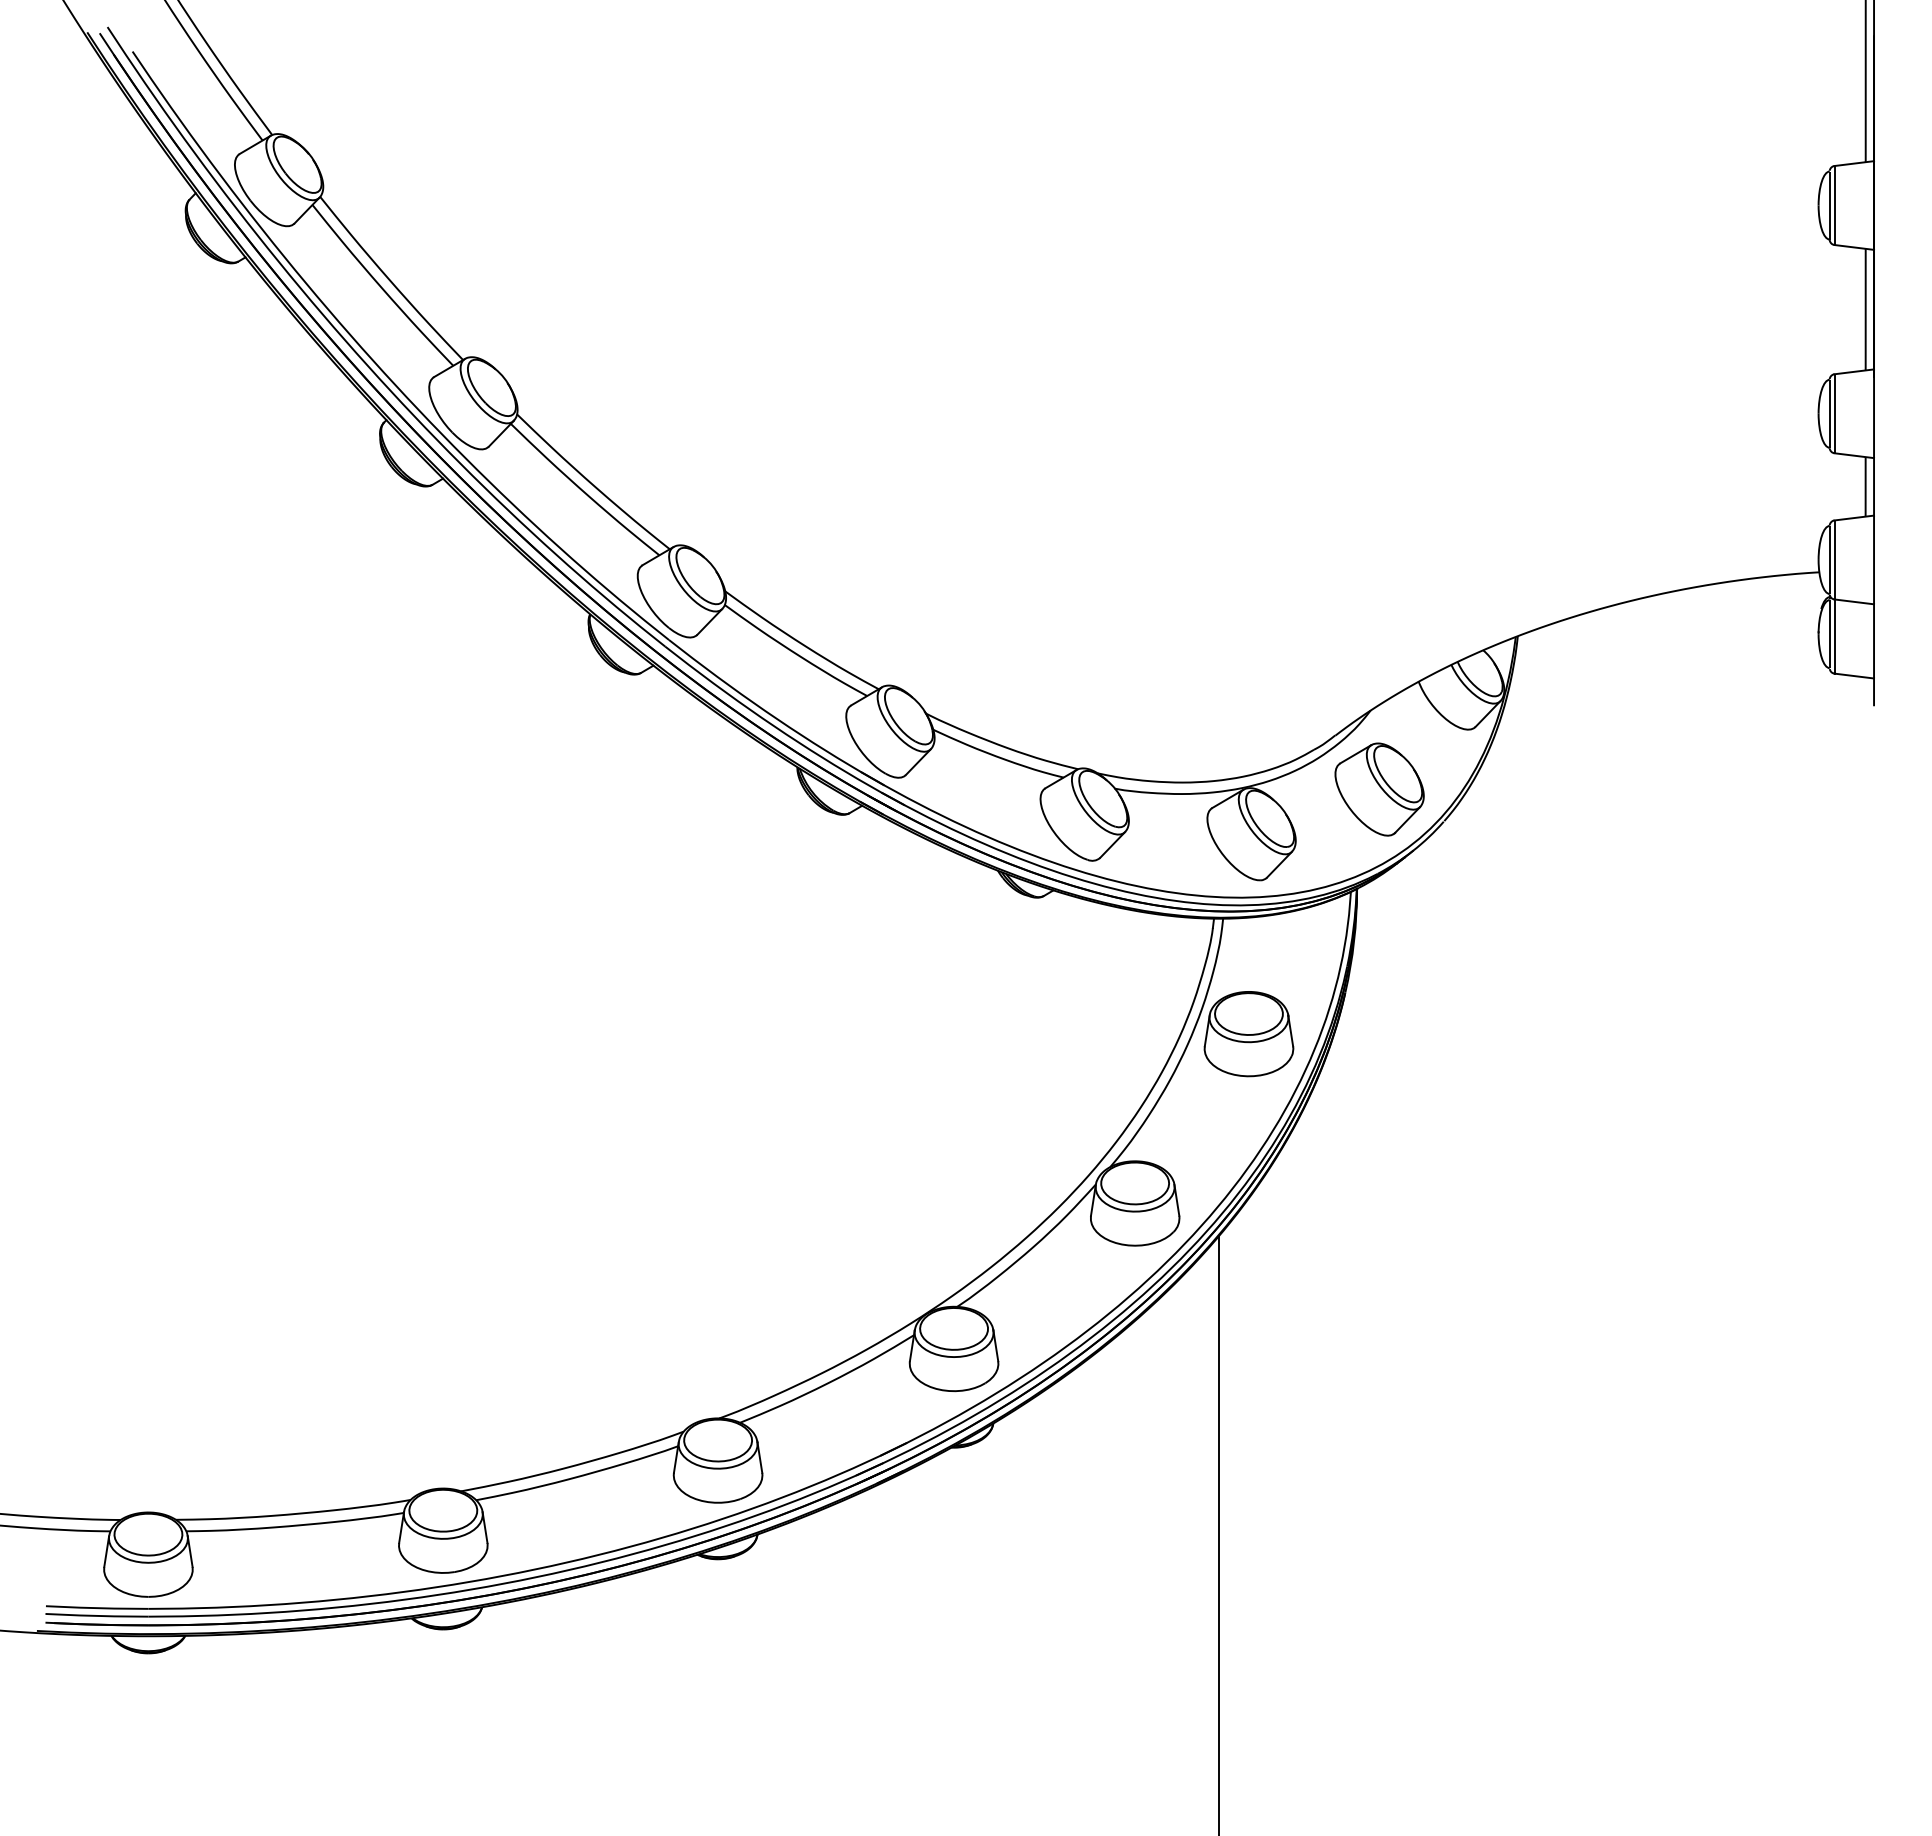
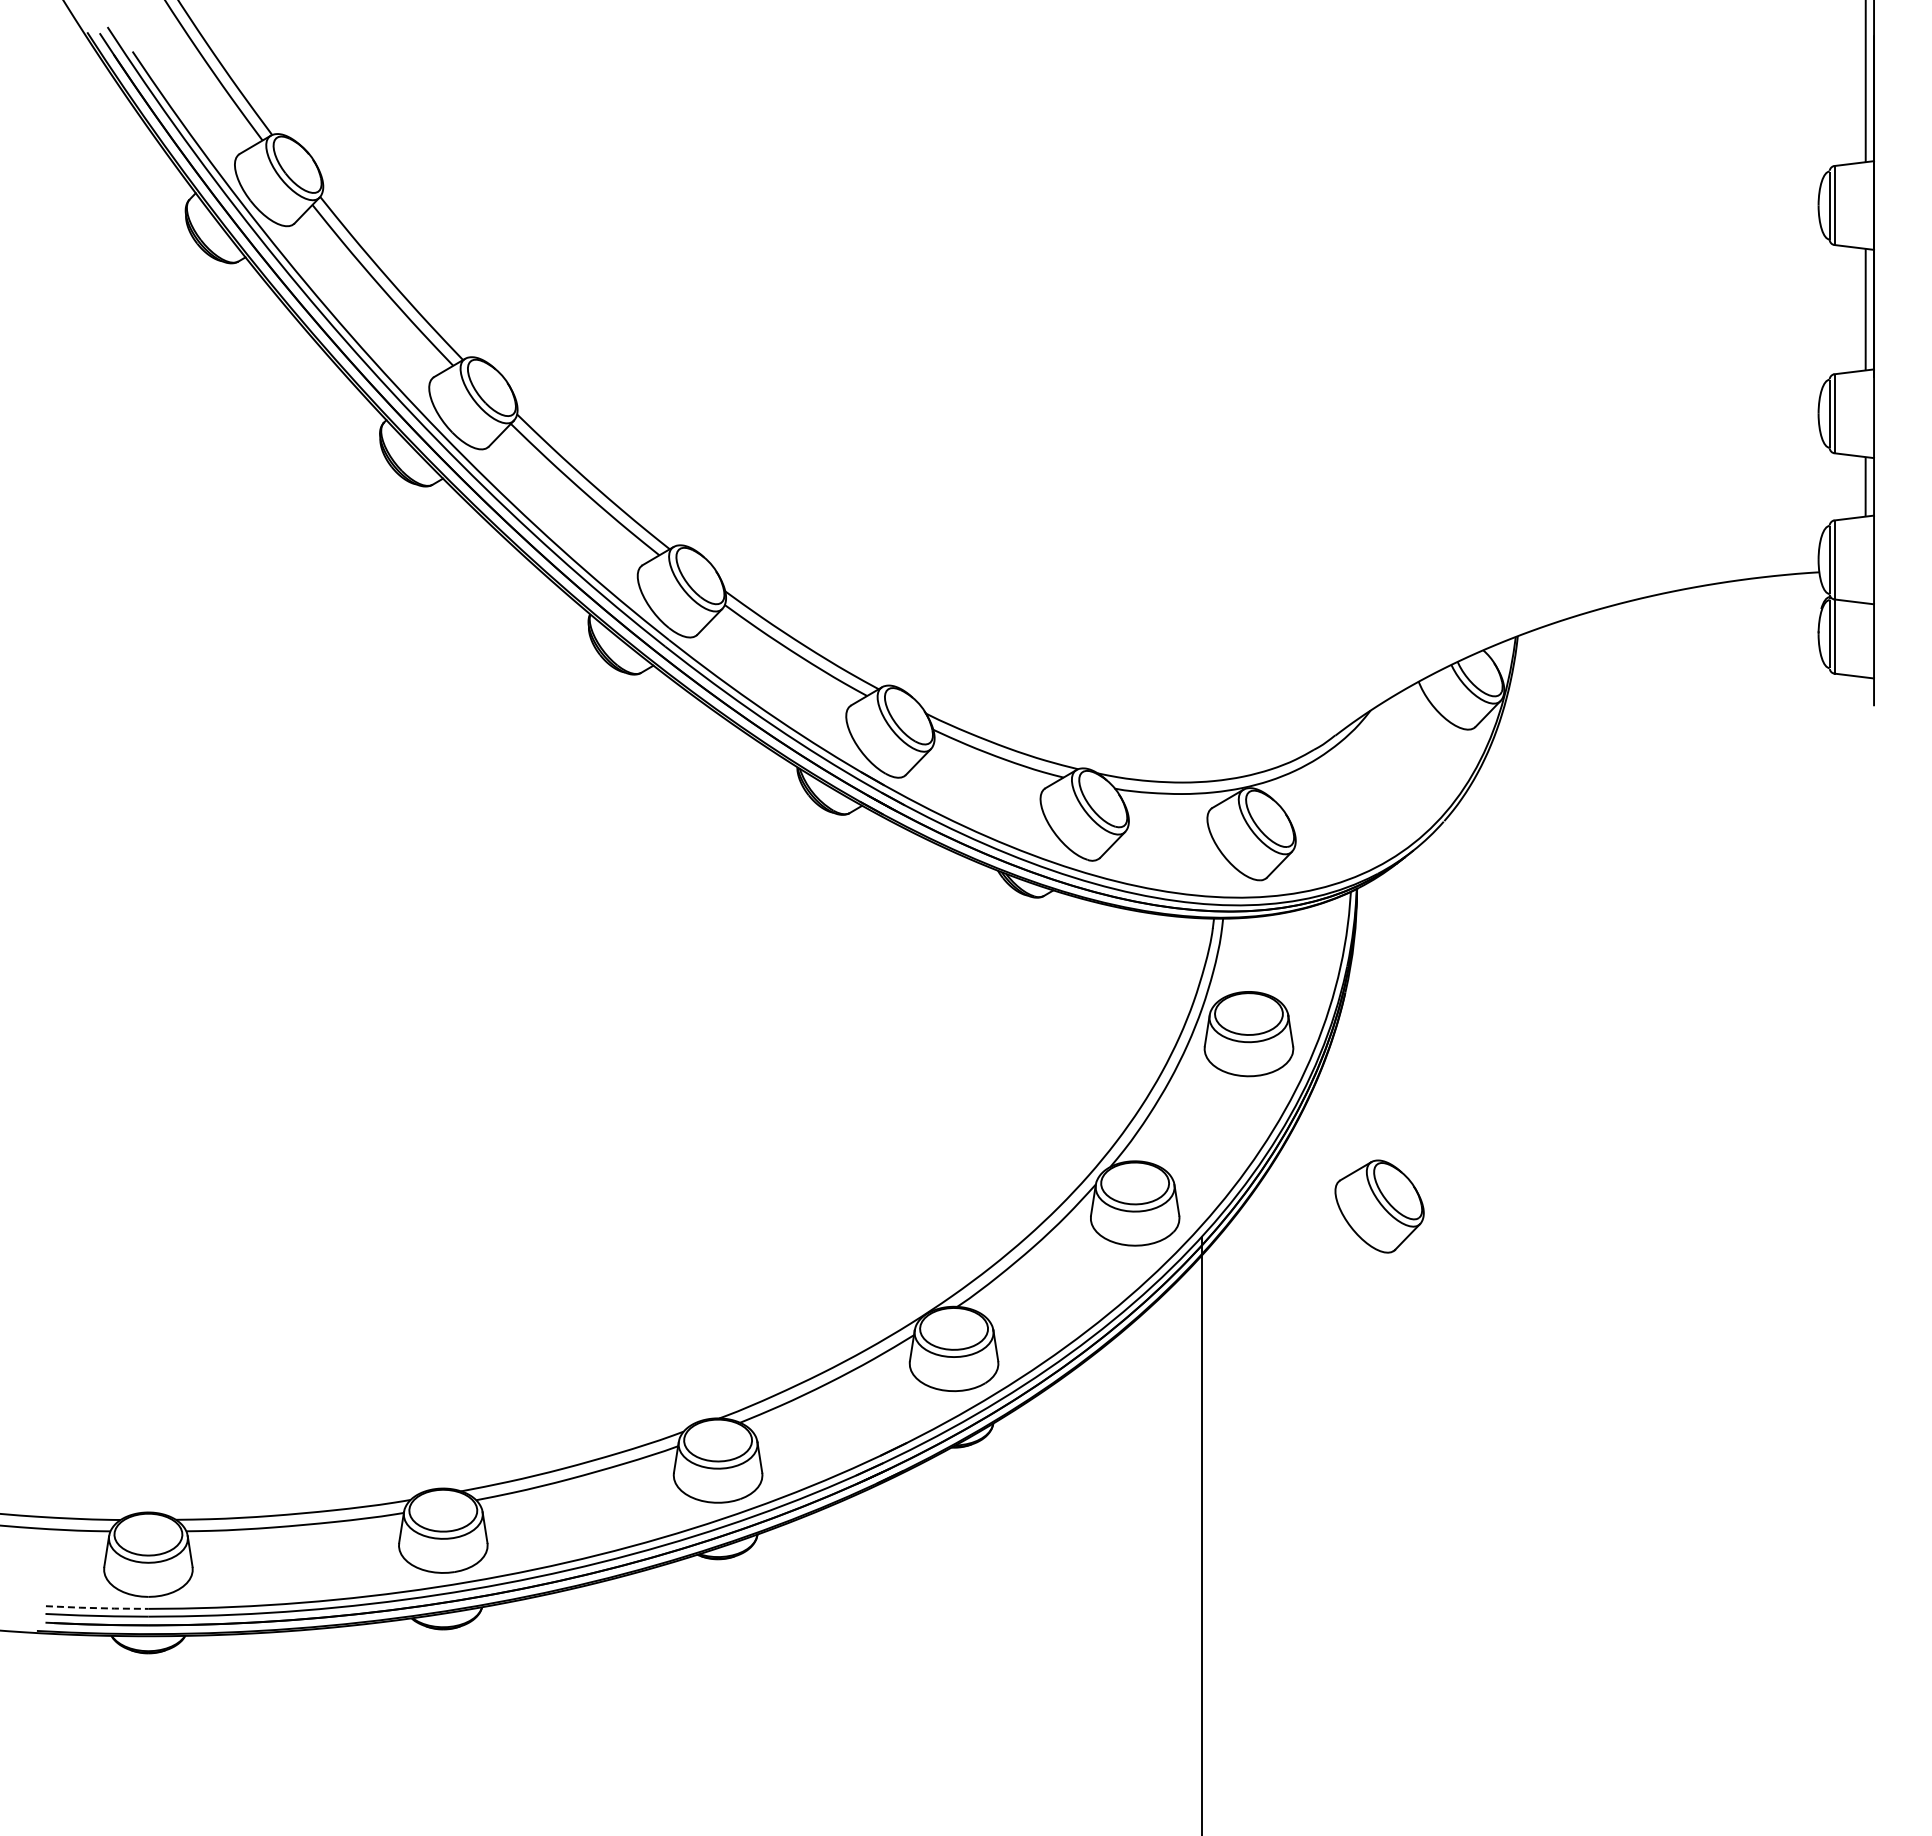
part at (1379, 789) position: (1379, 789) -> (1379, 1206)
line at (1218, 1534) position: (1218, 1534) -> (1201, 1534)
line at (97, 1608): solid -> dashed
